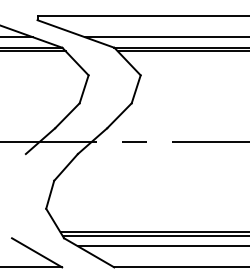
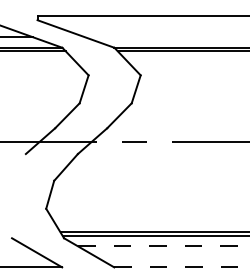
line at (165, 37): present -> none
line at (164, 246): solid -> dashed
line at (182, 267): solid -> dashed
